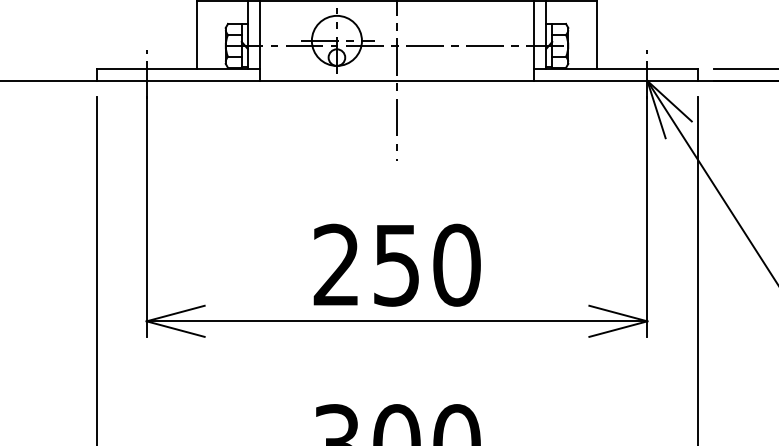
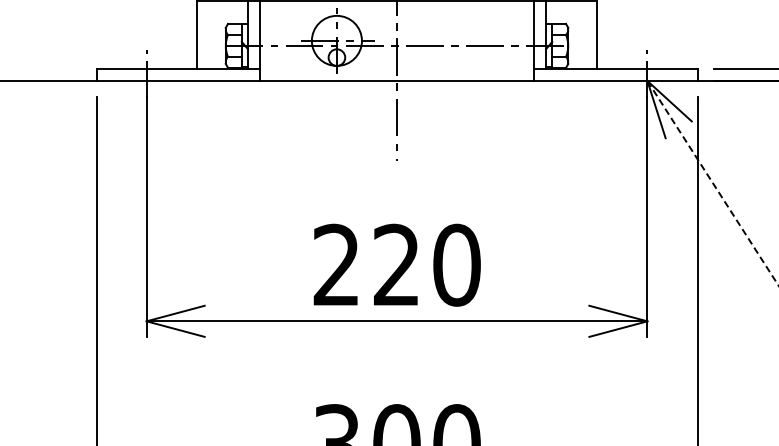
line at (713, 183): solid -> dashed
text at (396, 264): 250 -> 220
